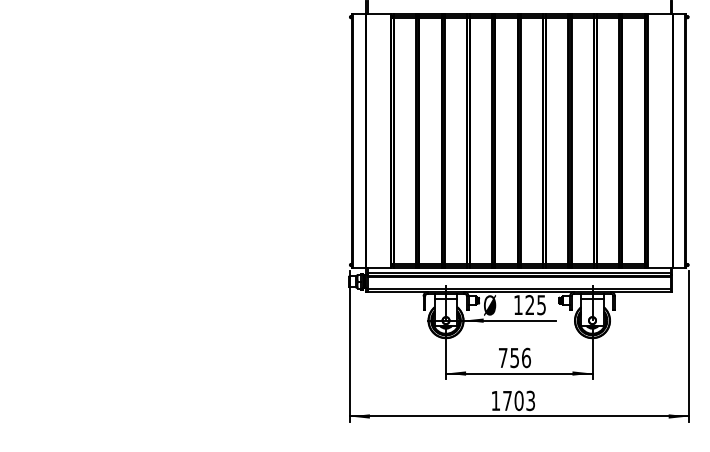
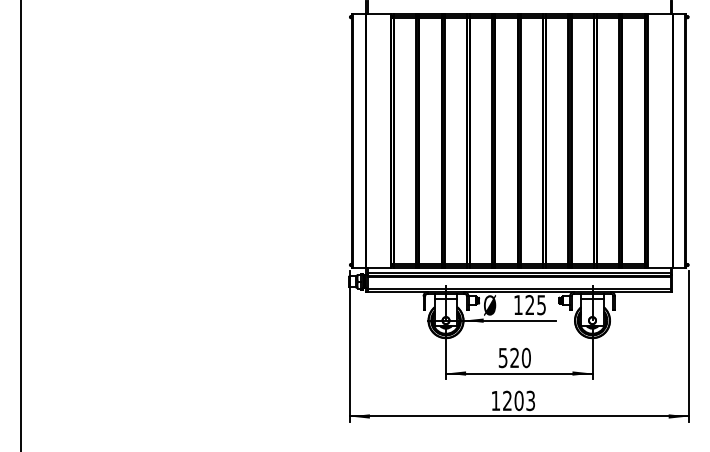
line at (21, 225): none -> present
text at (514, 357): 756 -> 520
text at (507, 400): 1703 -> 1203
